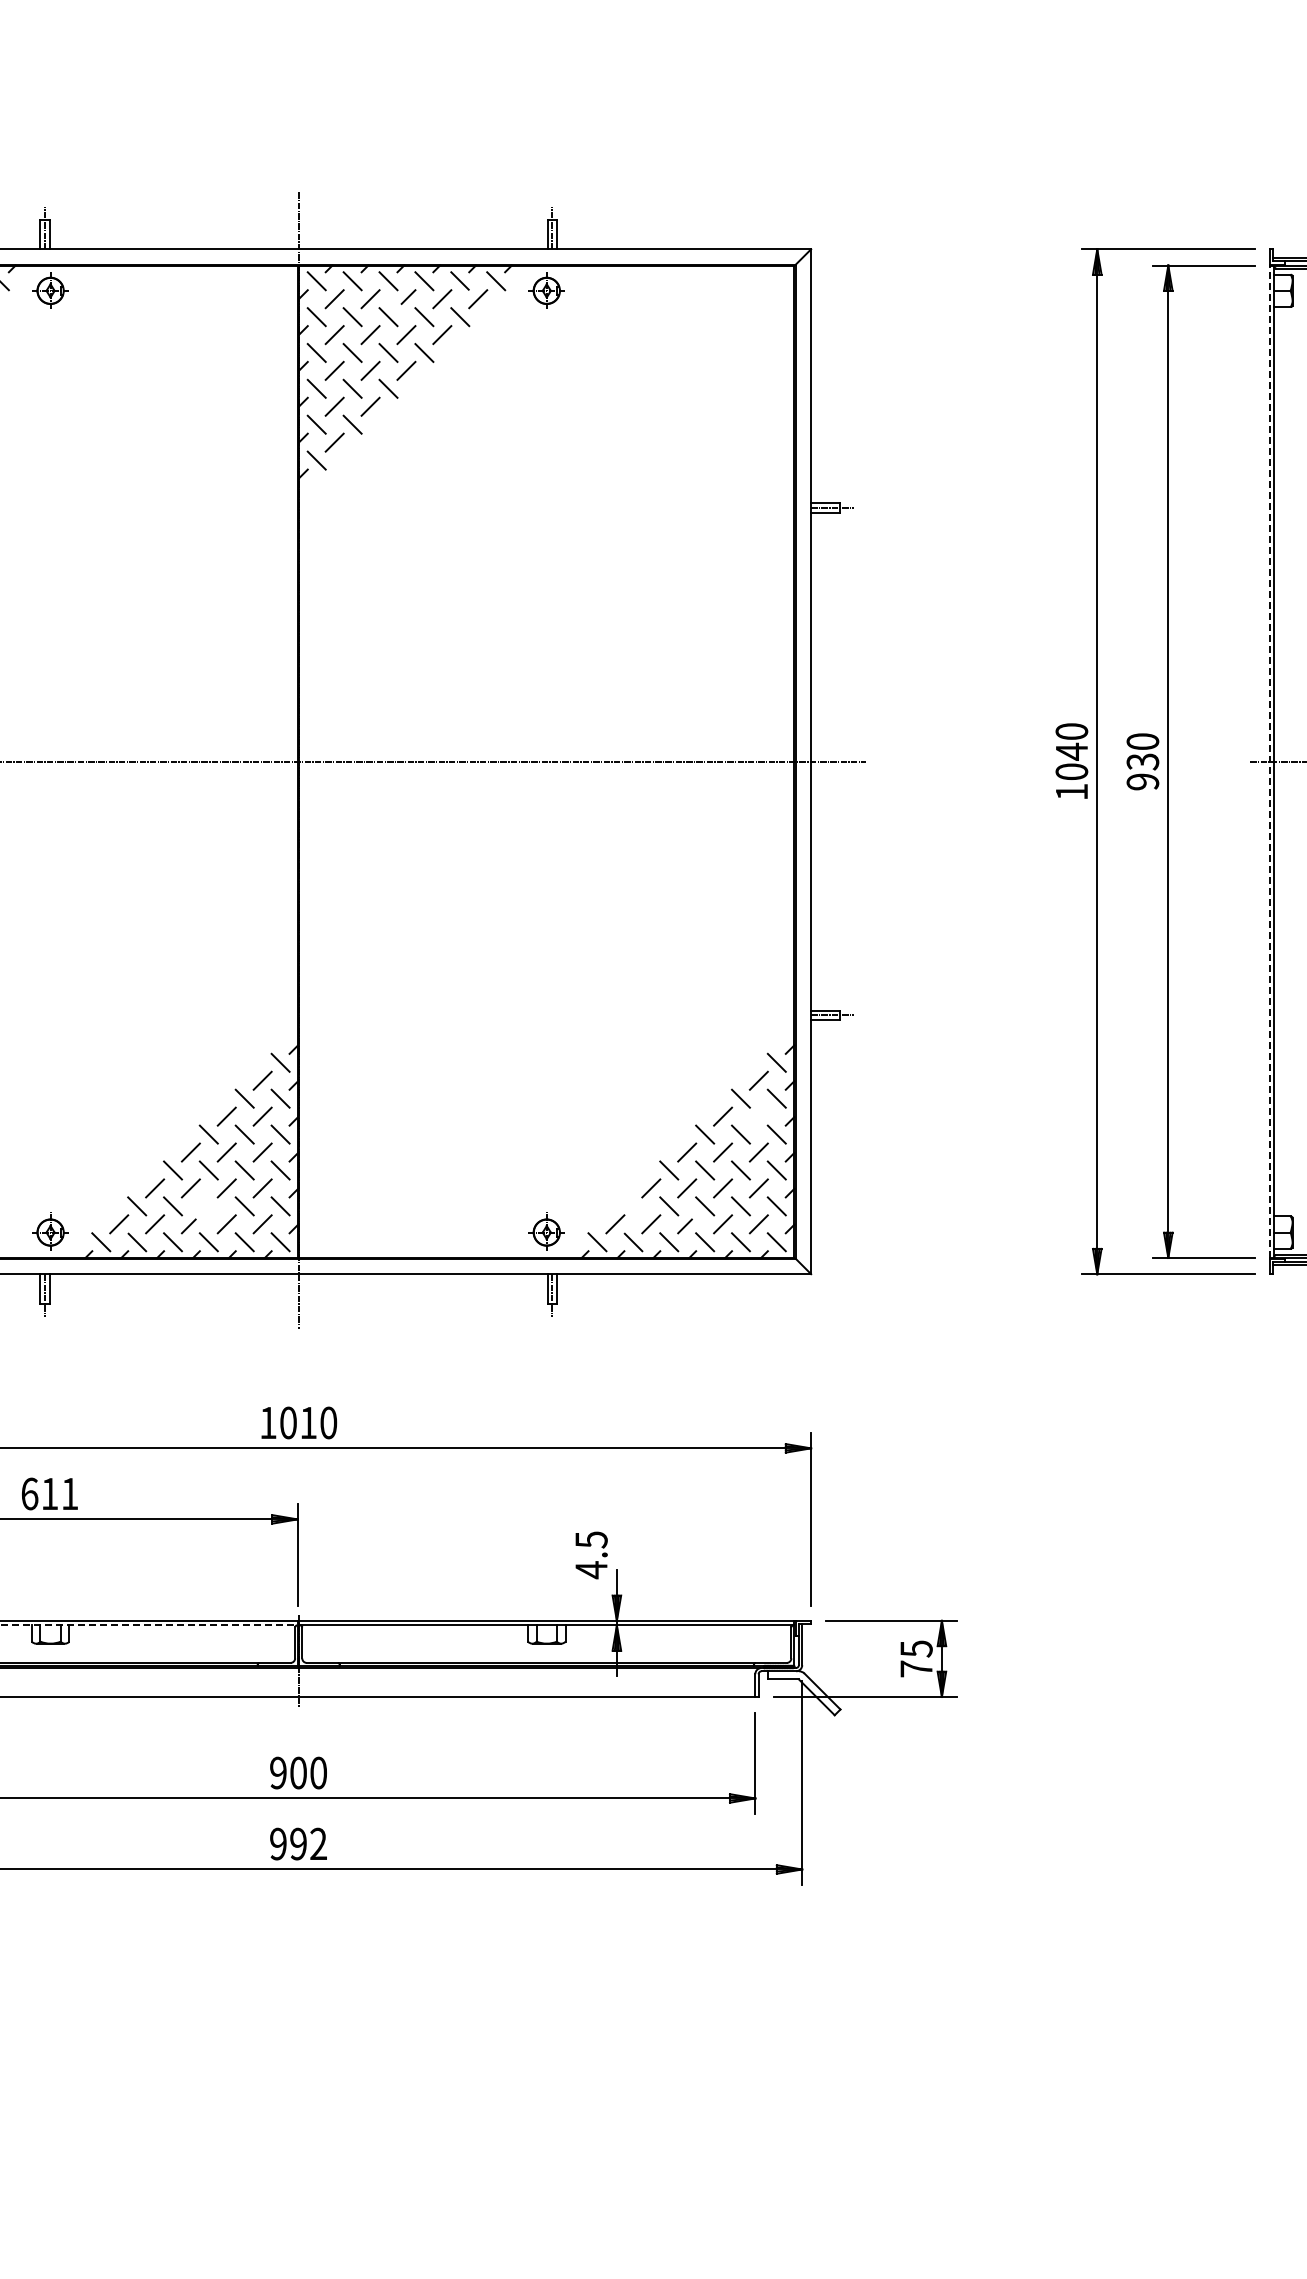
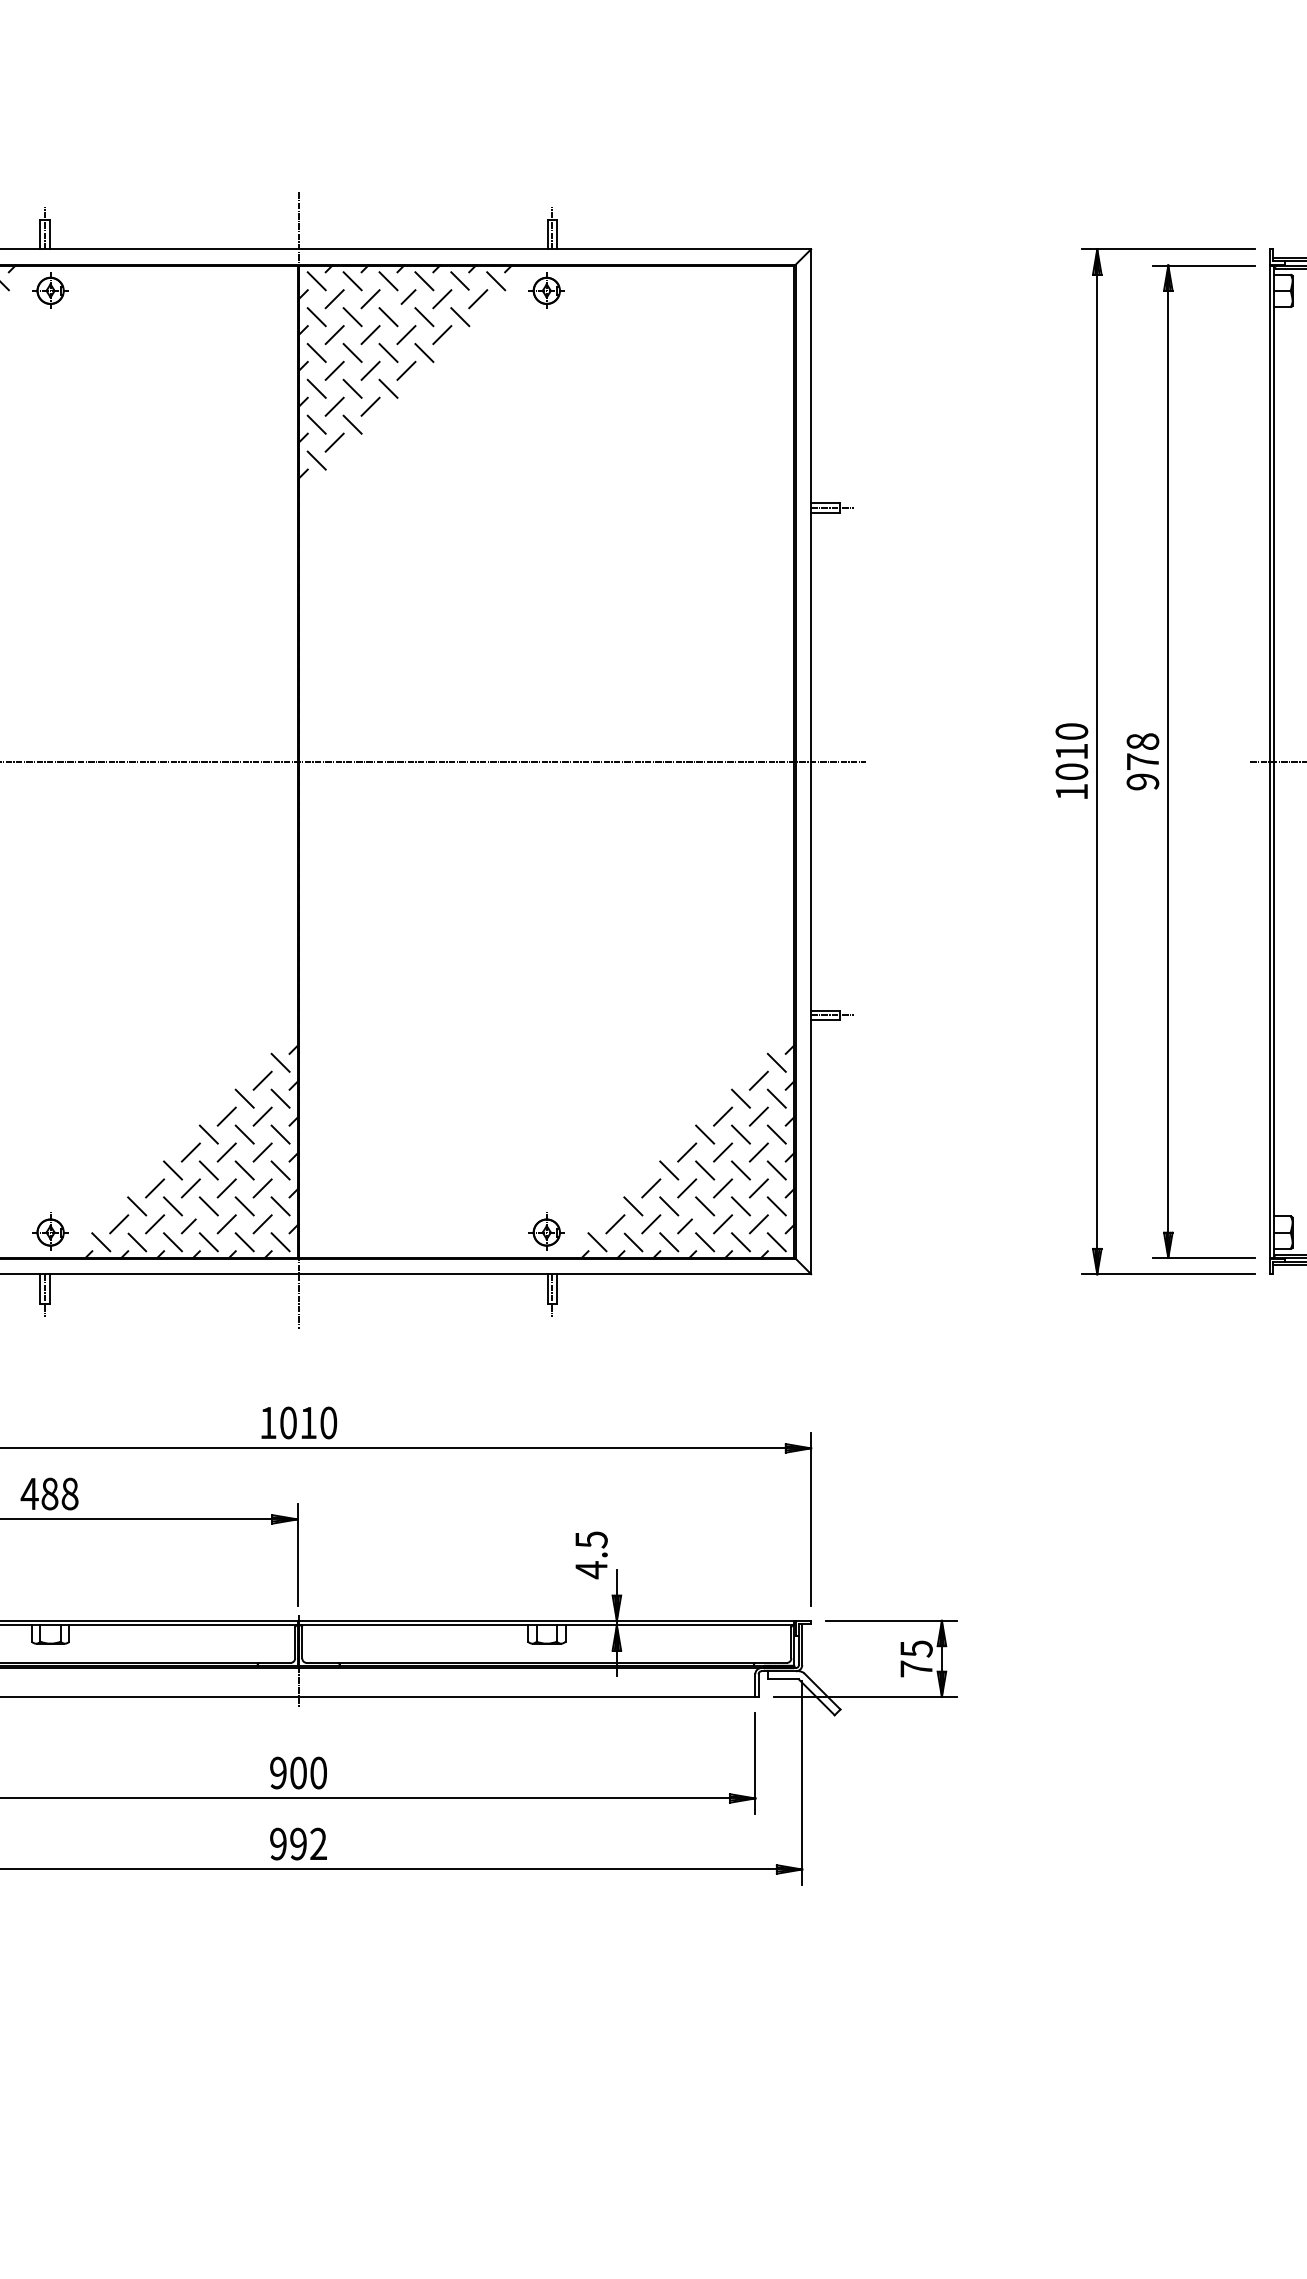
text at (1071, 751): 1040 -> 1010
text at (1142, 751): 930 -> 978
line at (1269, 761): dashed -> solid
line at (758, 1116): none -> present
line at (208, 1206): none -> present
line at (633, 1206): none -> present
text at (49, 1493): 611 -> 488
line at (149, 1625): dashed -> solid
